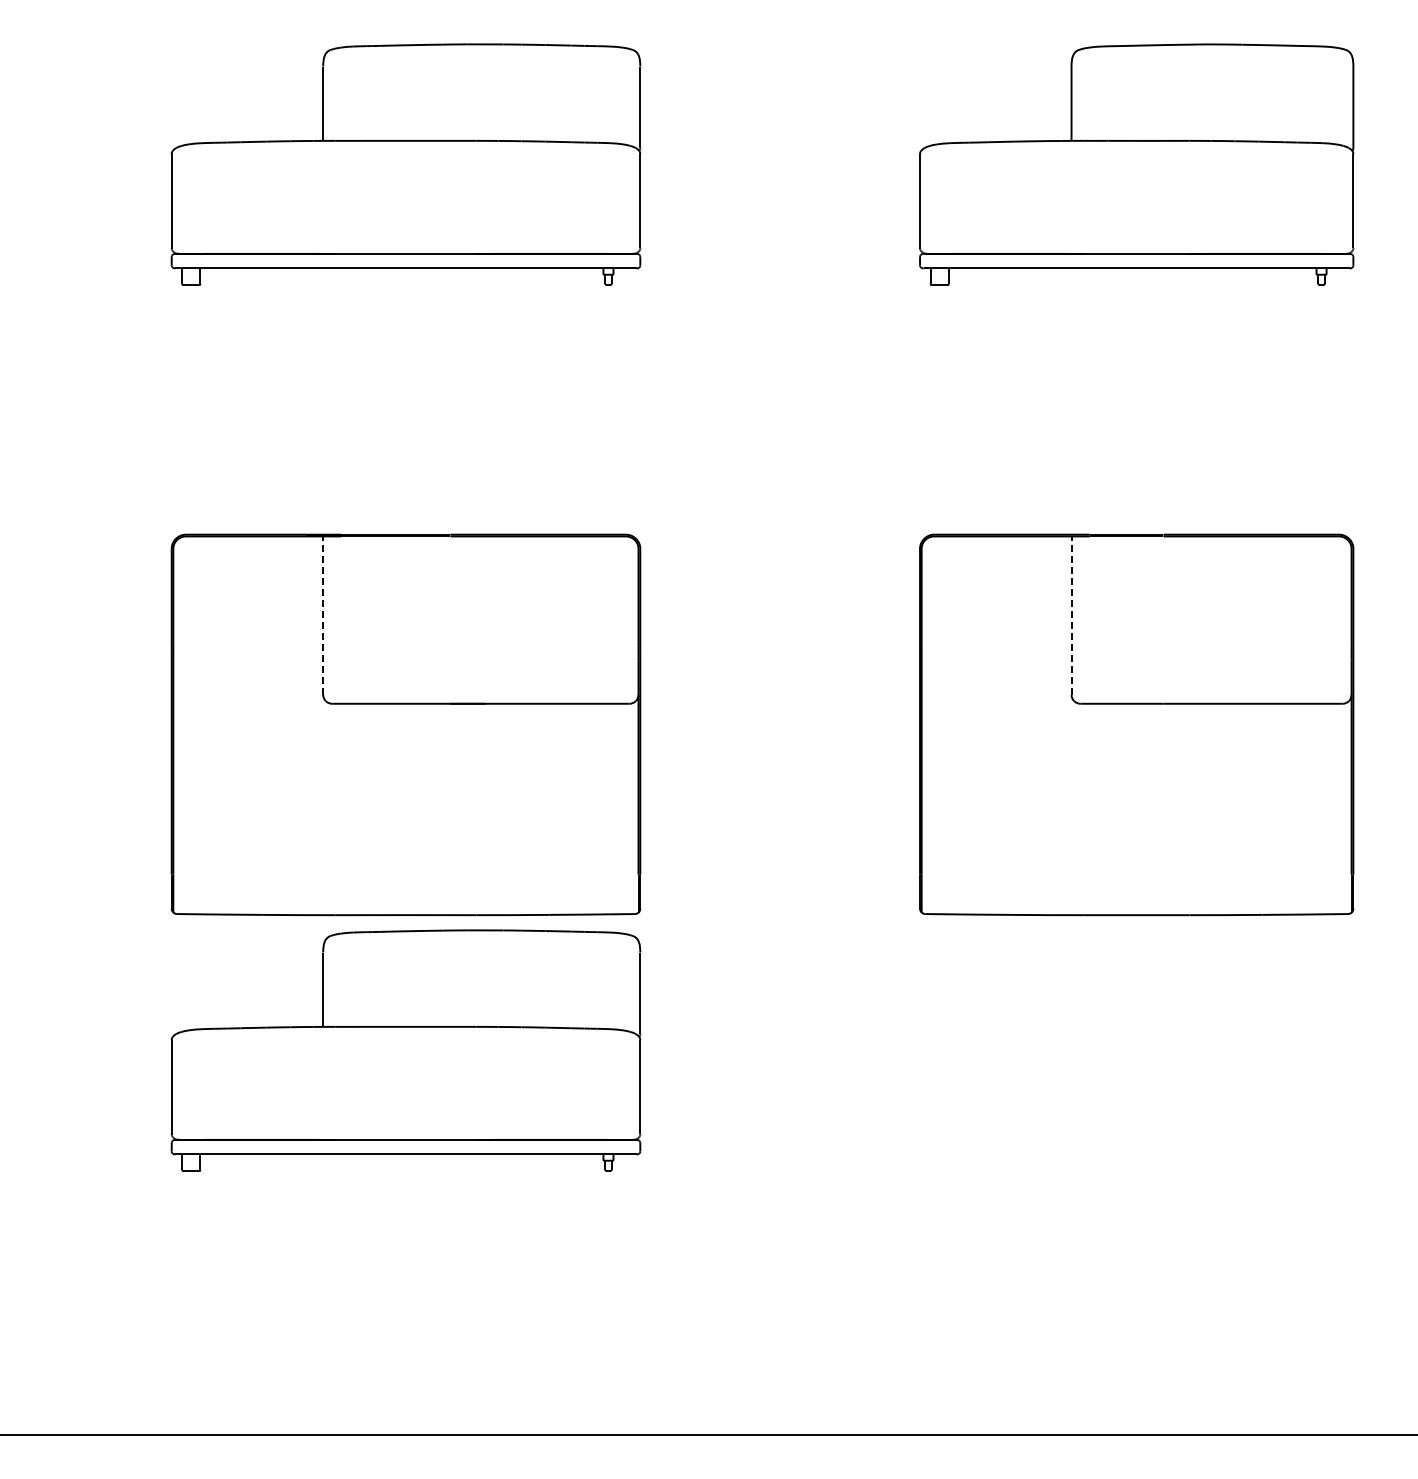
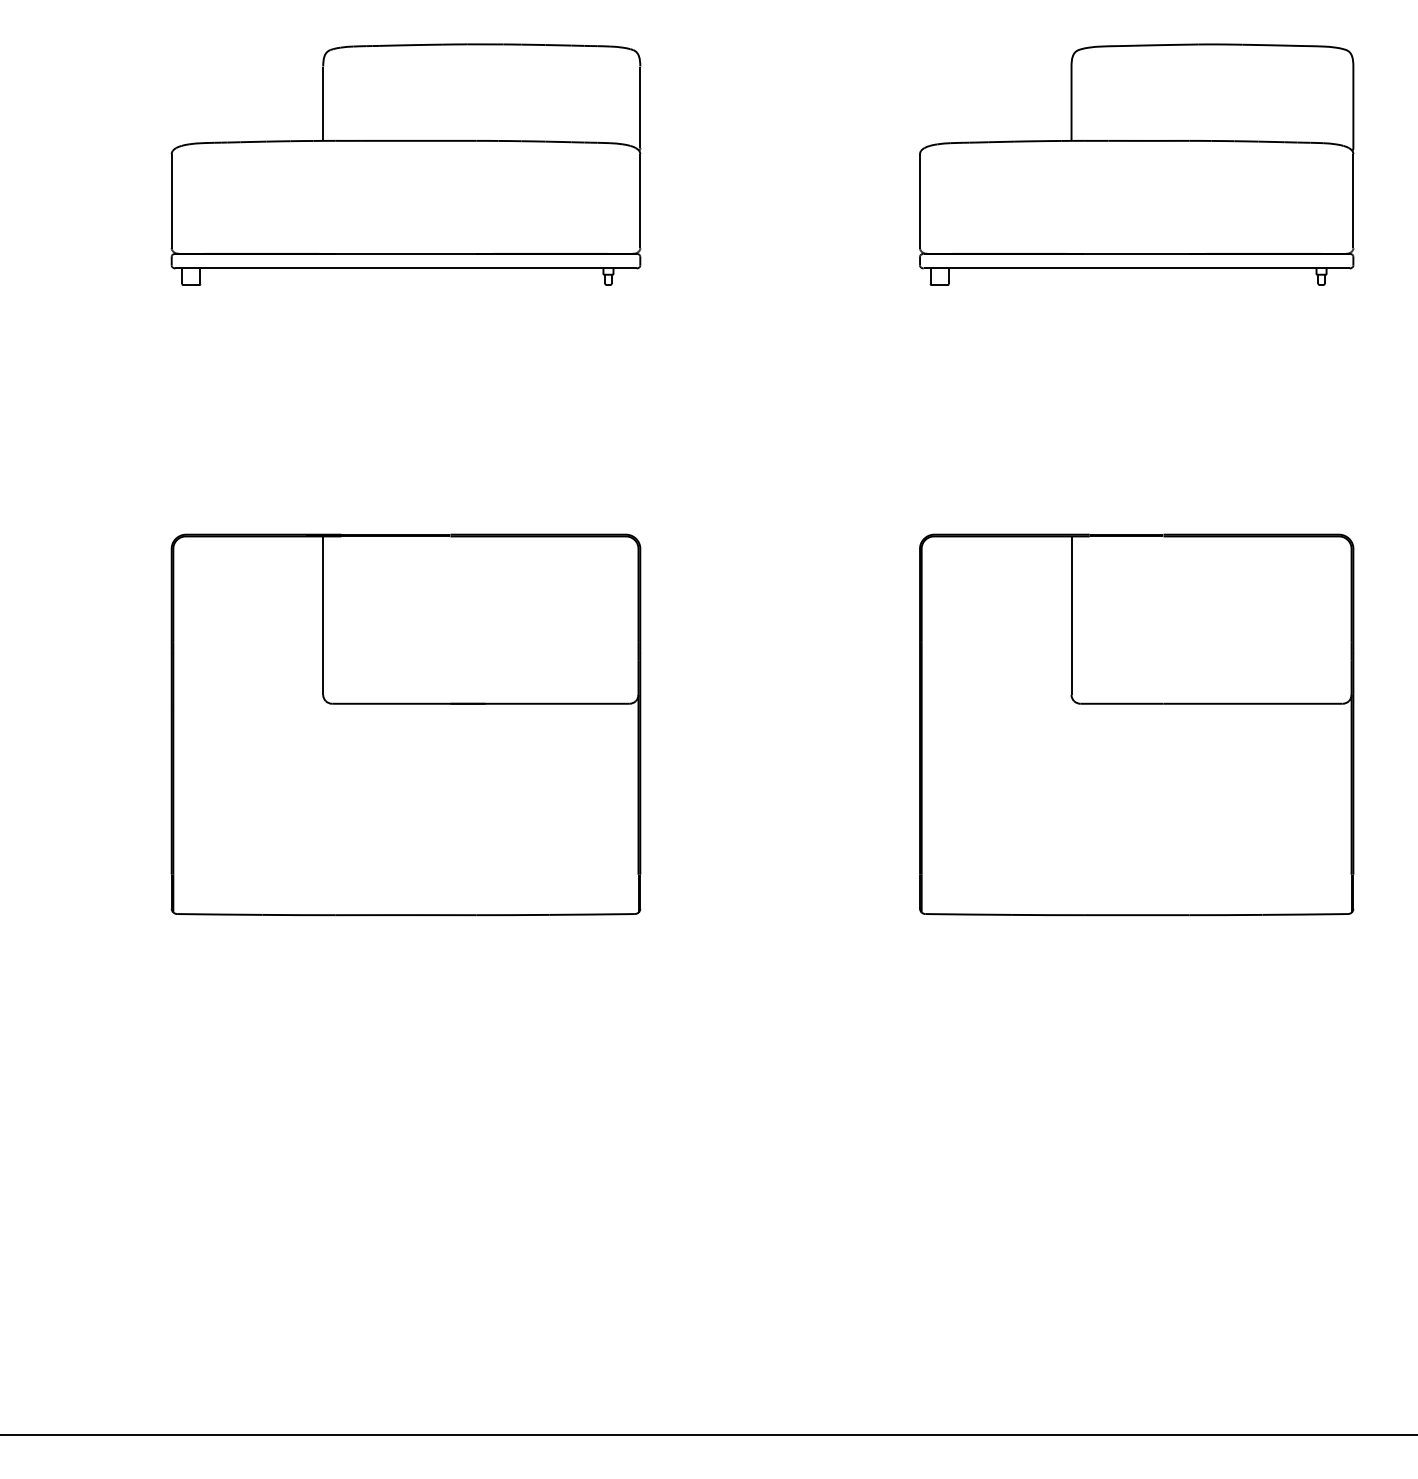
line at (323, 615): dashed -> solid
line at (1071, 615): dashed -> solid
part at (405, 1050): present -> none
